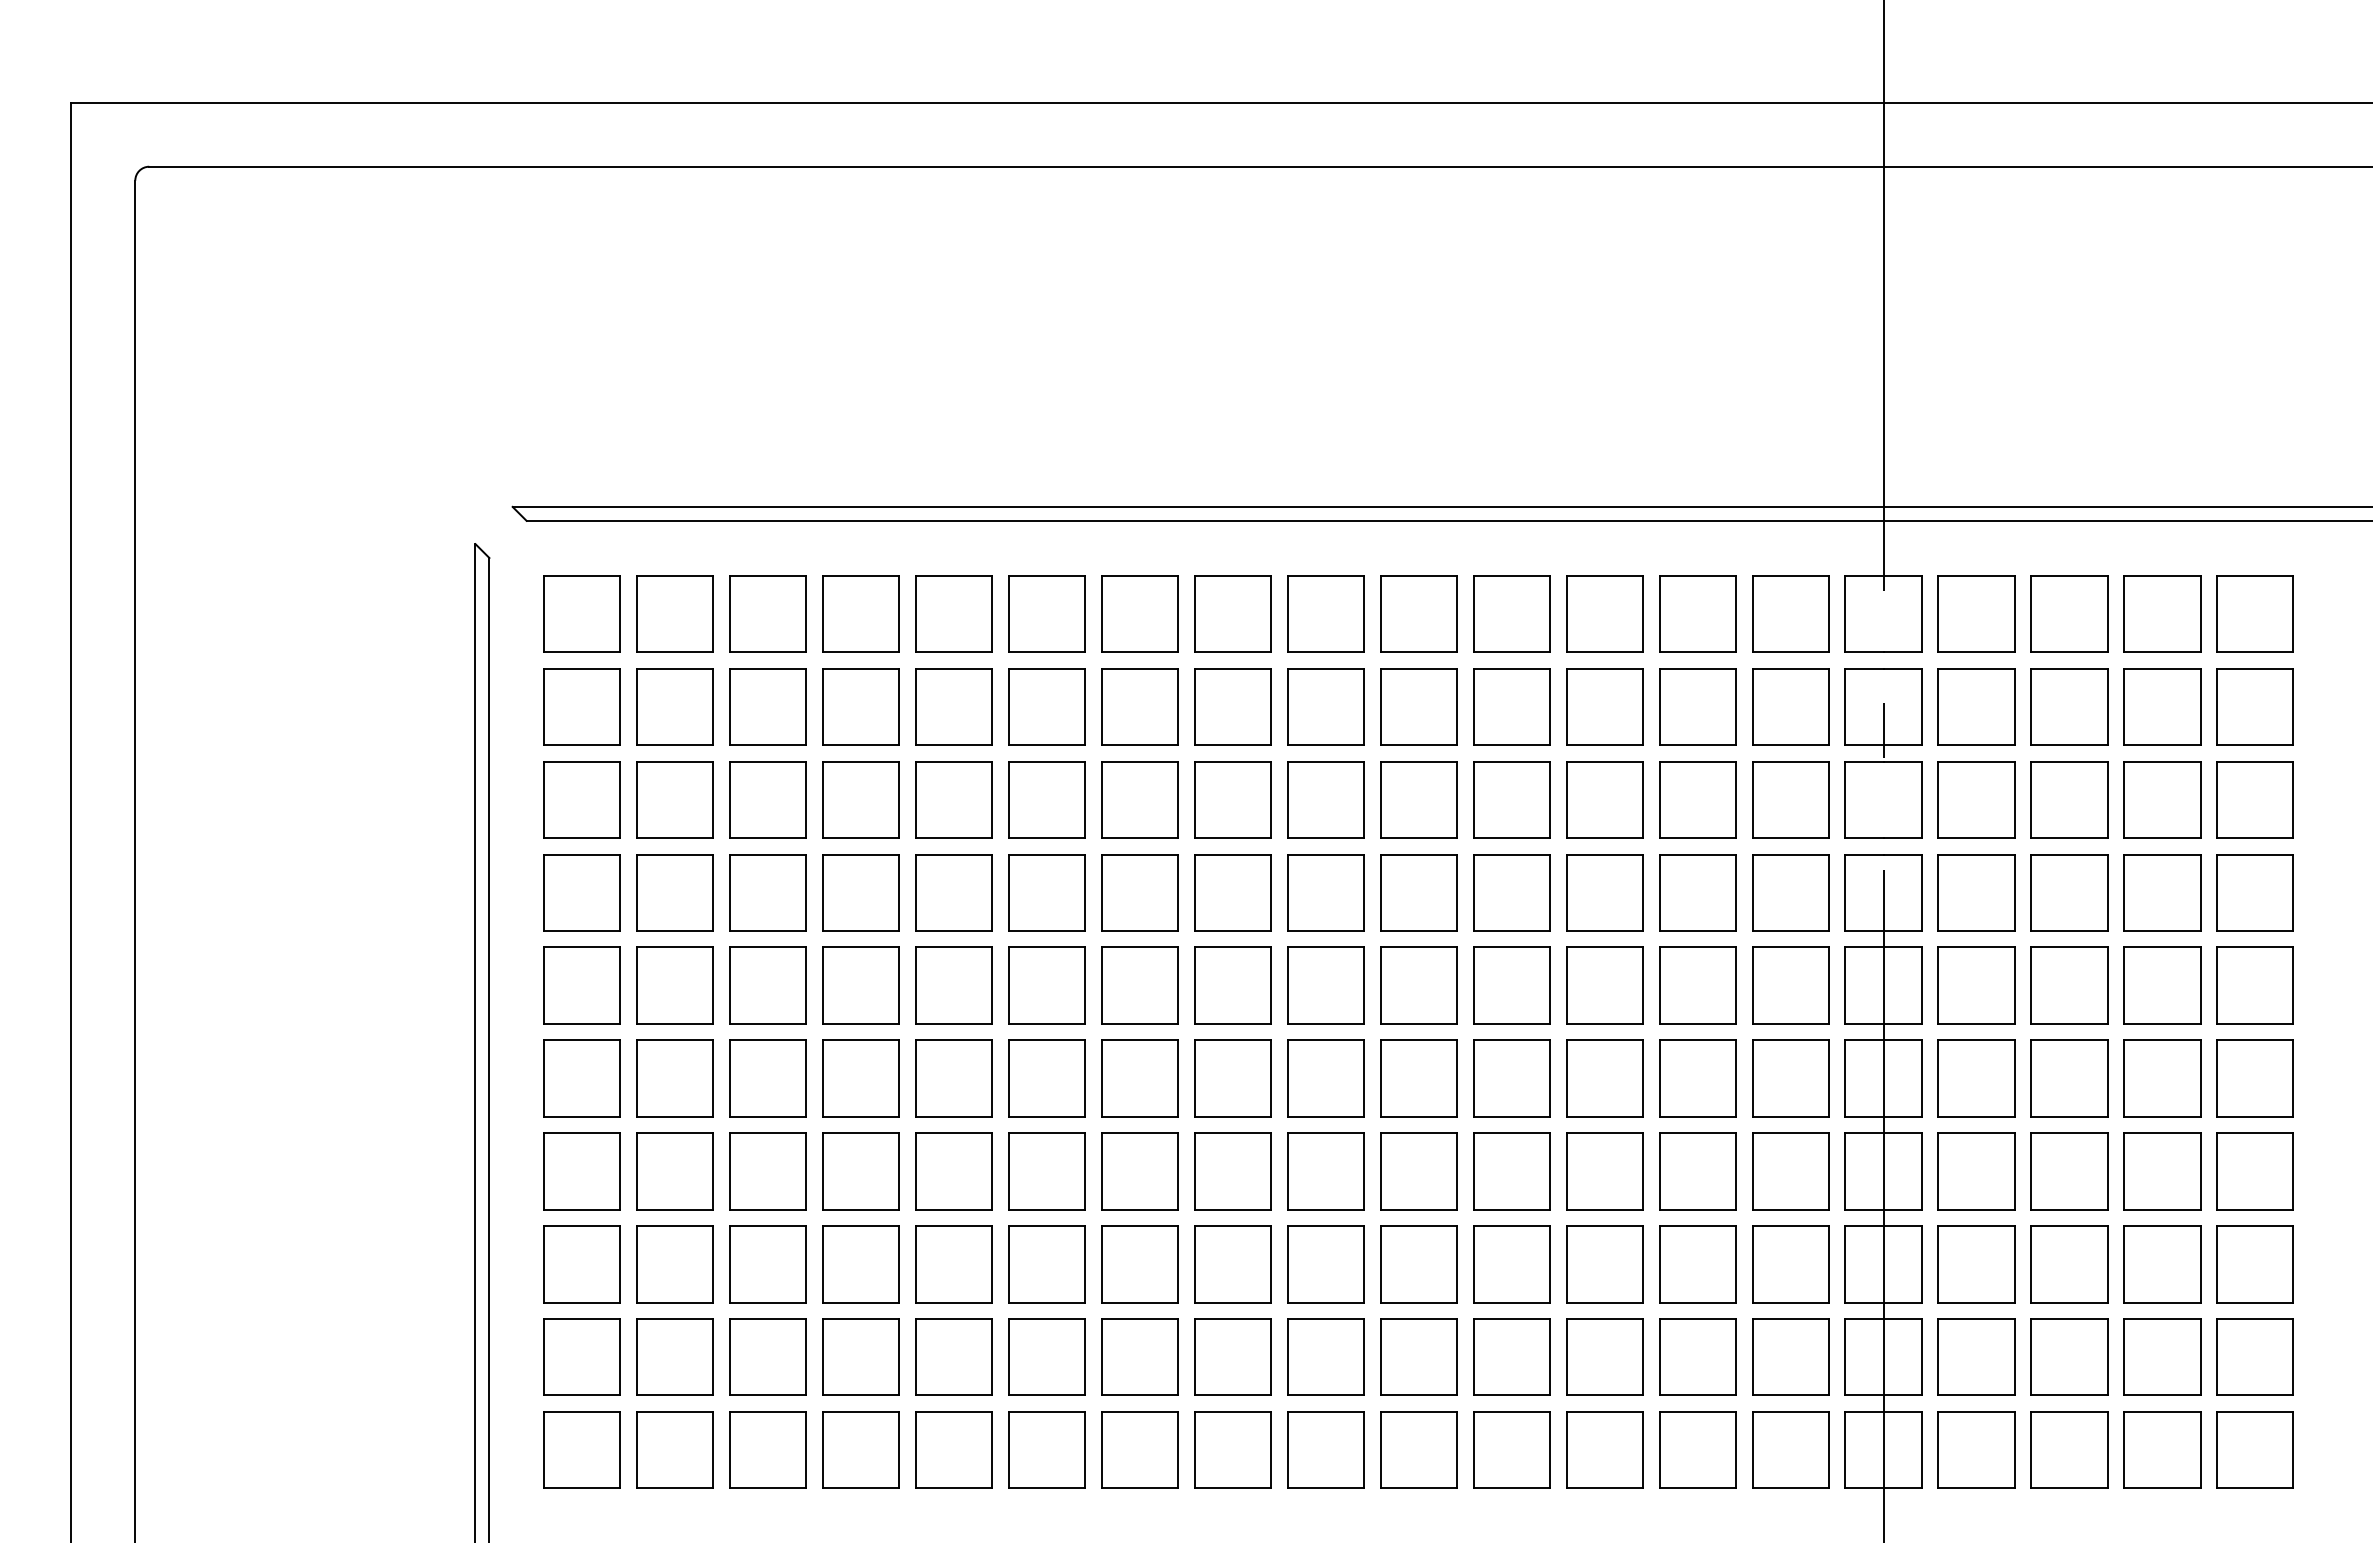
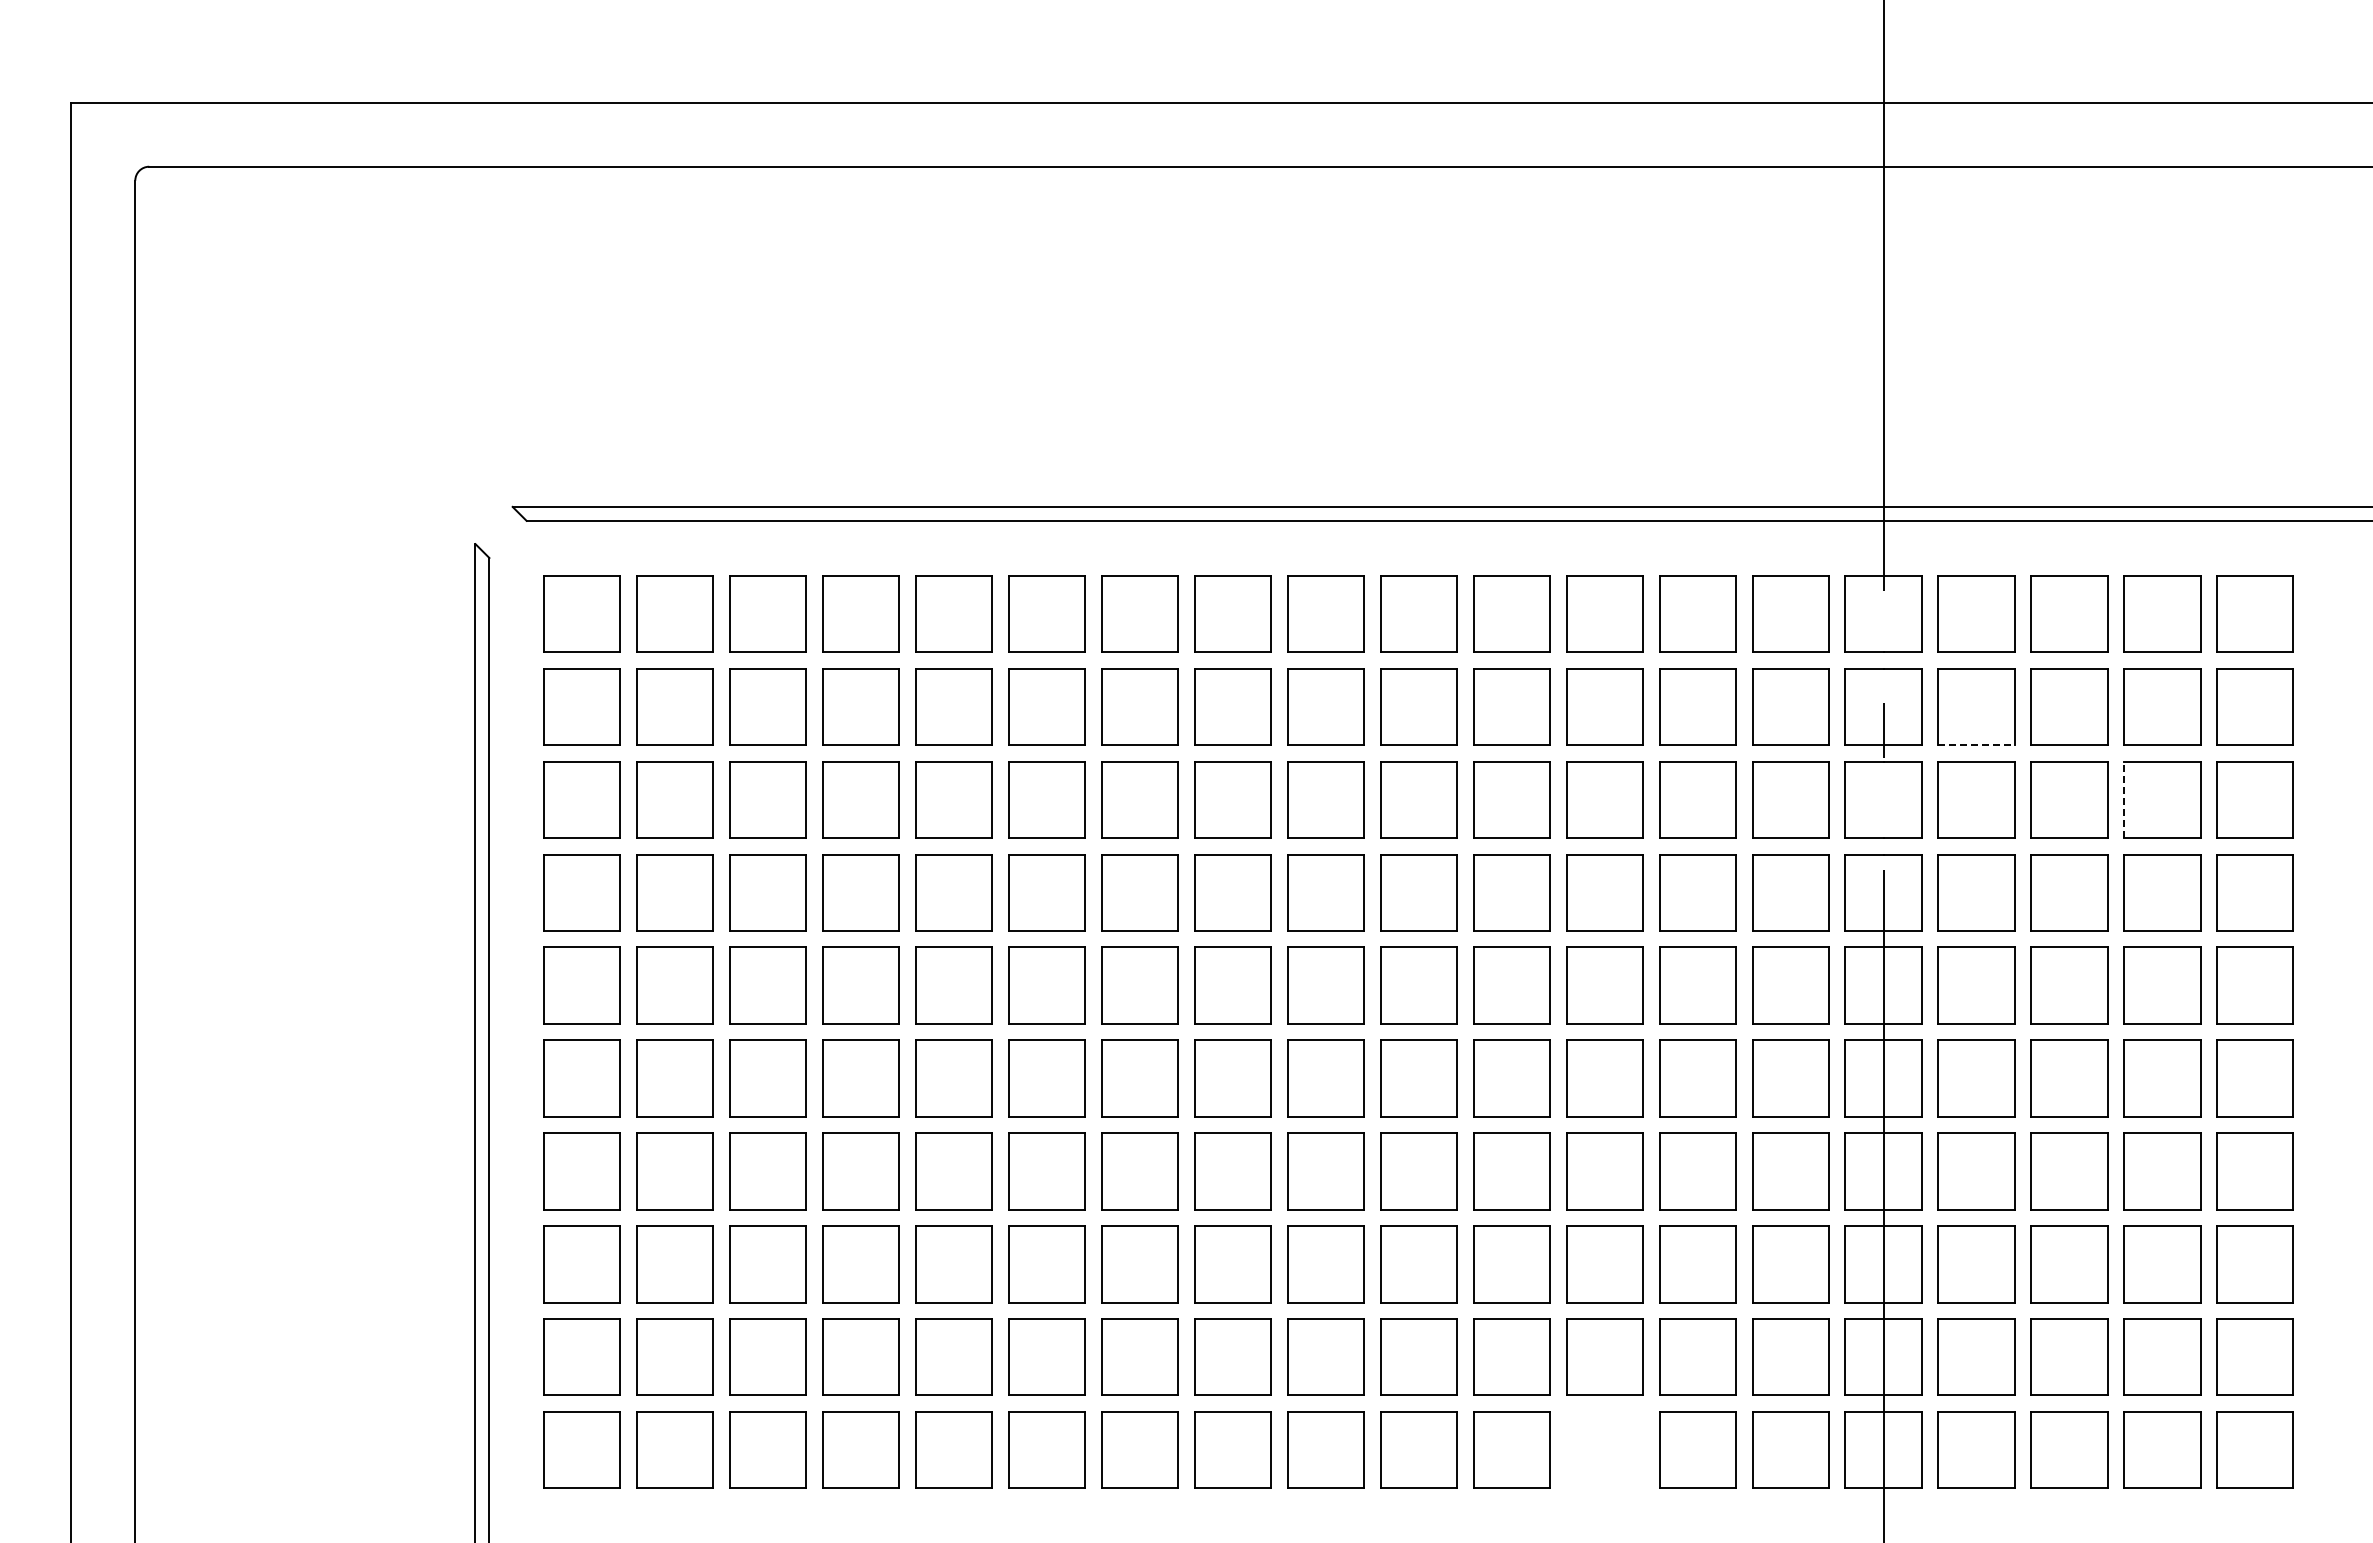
line at (1977, 744): solid -> dashed
line at (2124, 799): solid -> dashed
part at (1604, 1449): present -> none
